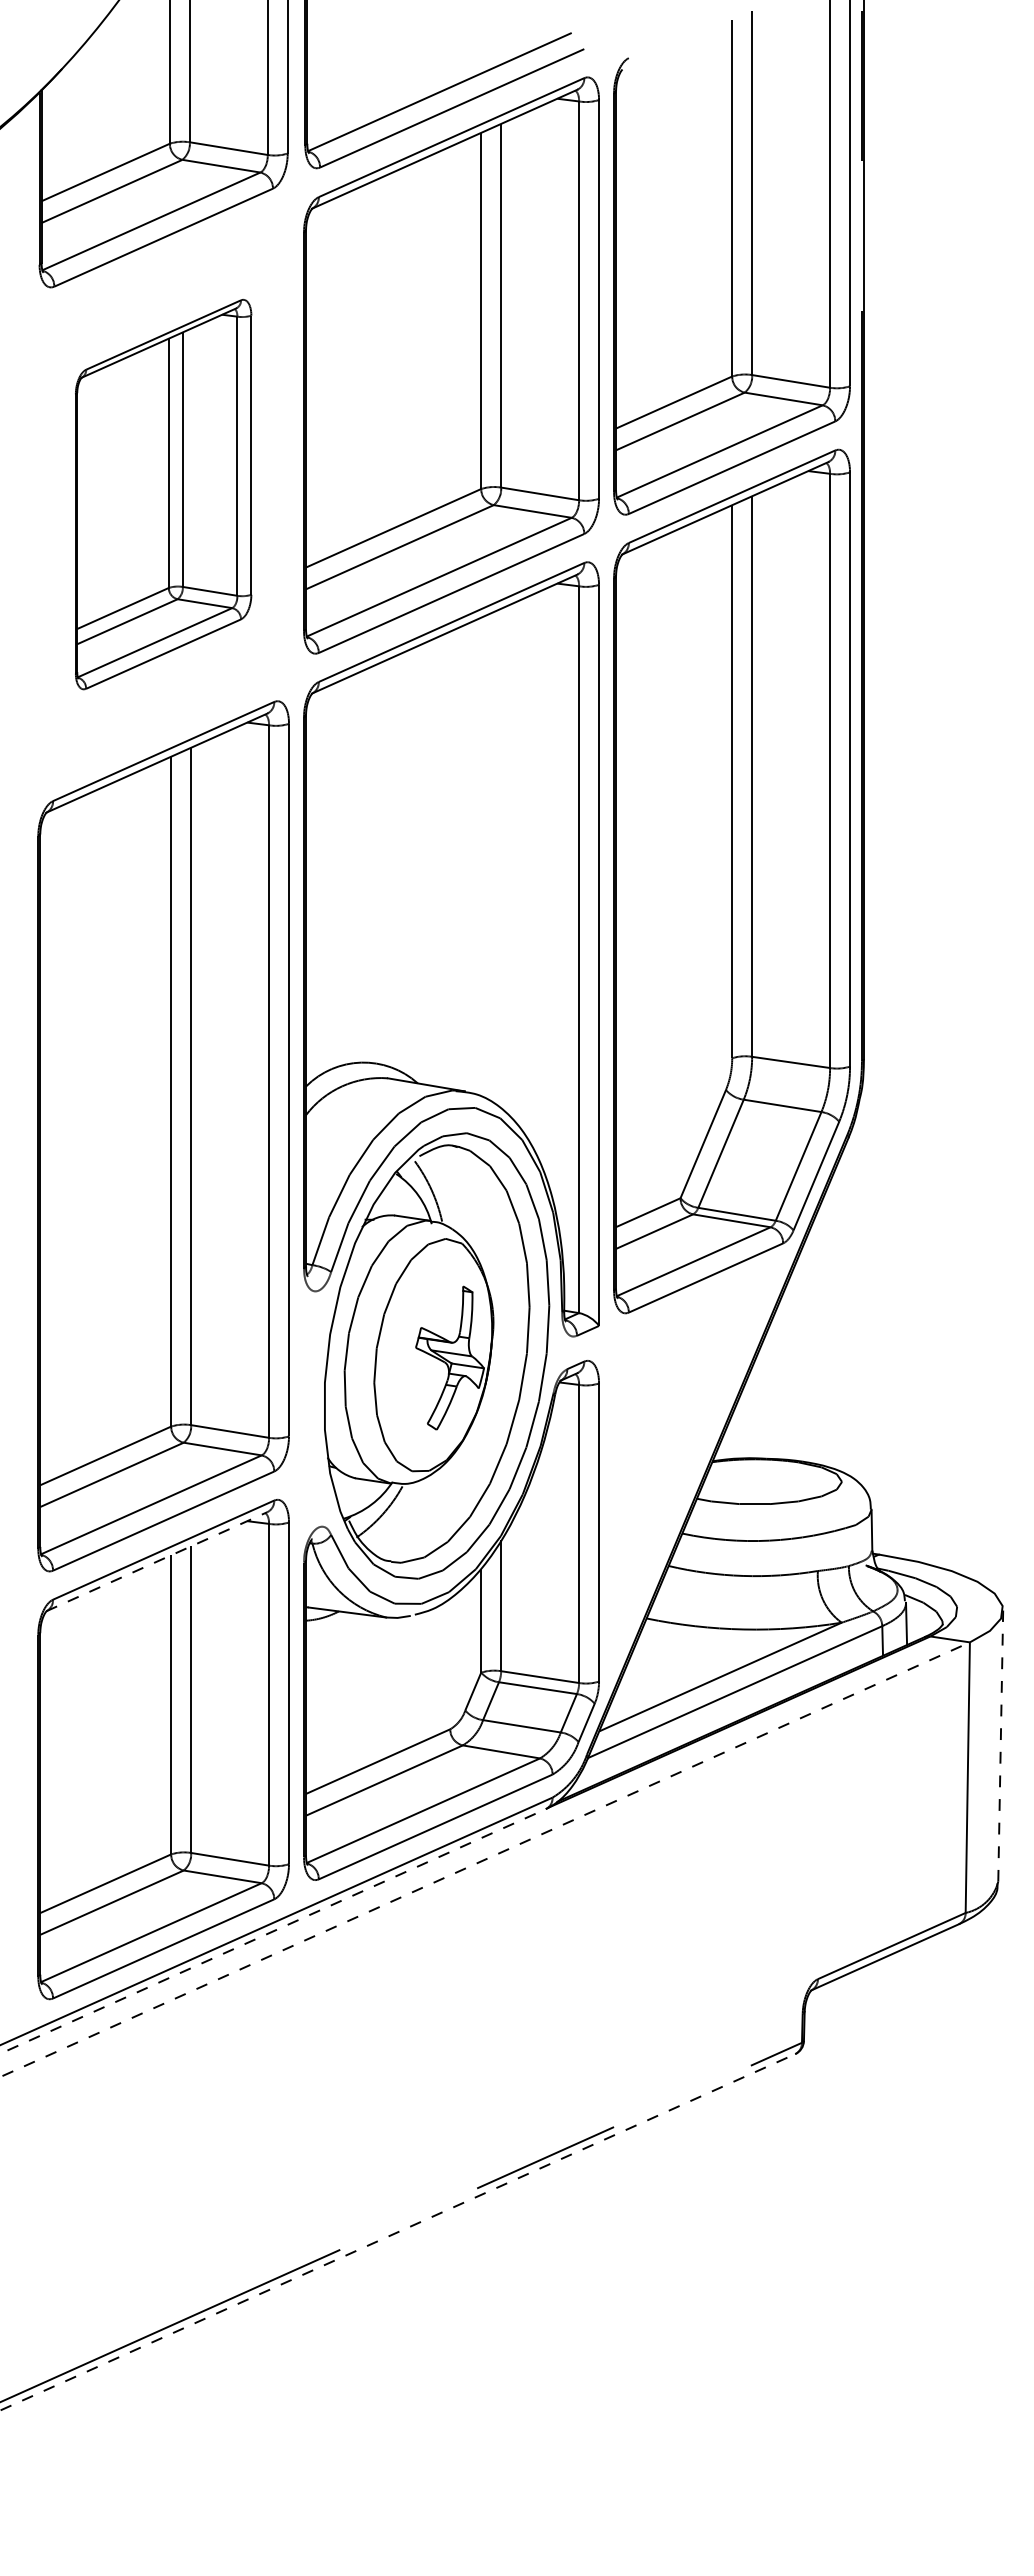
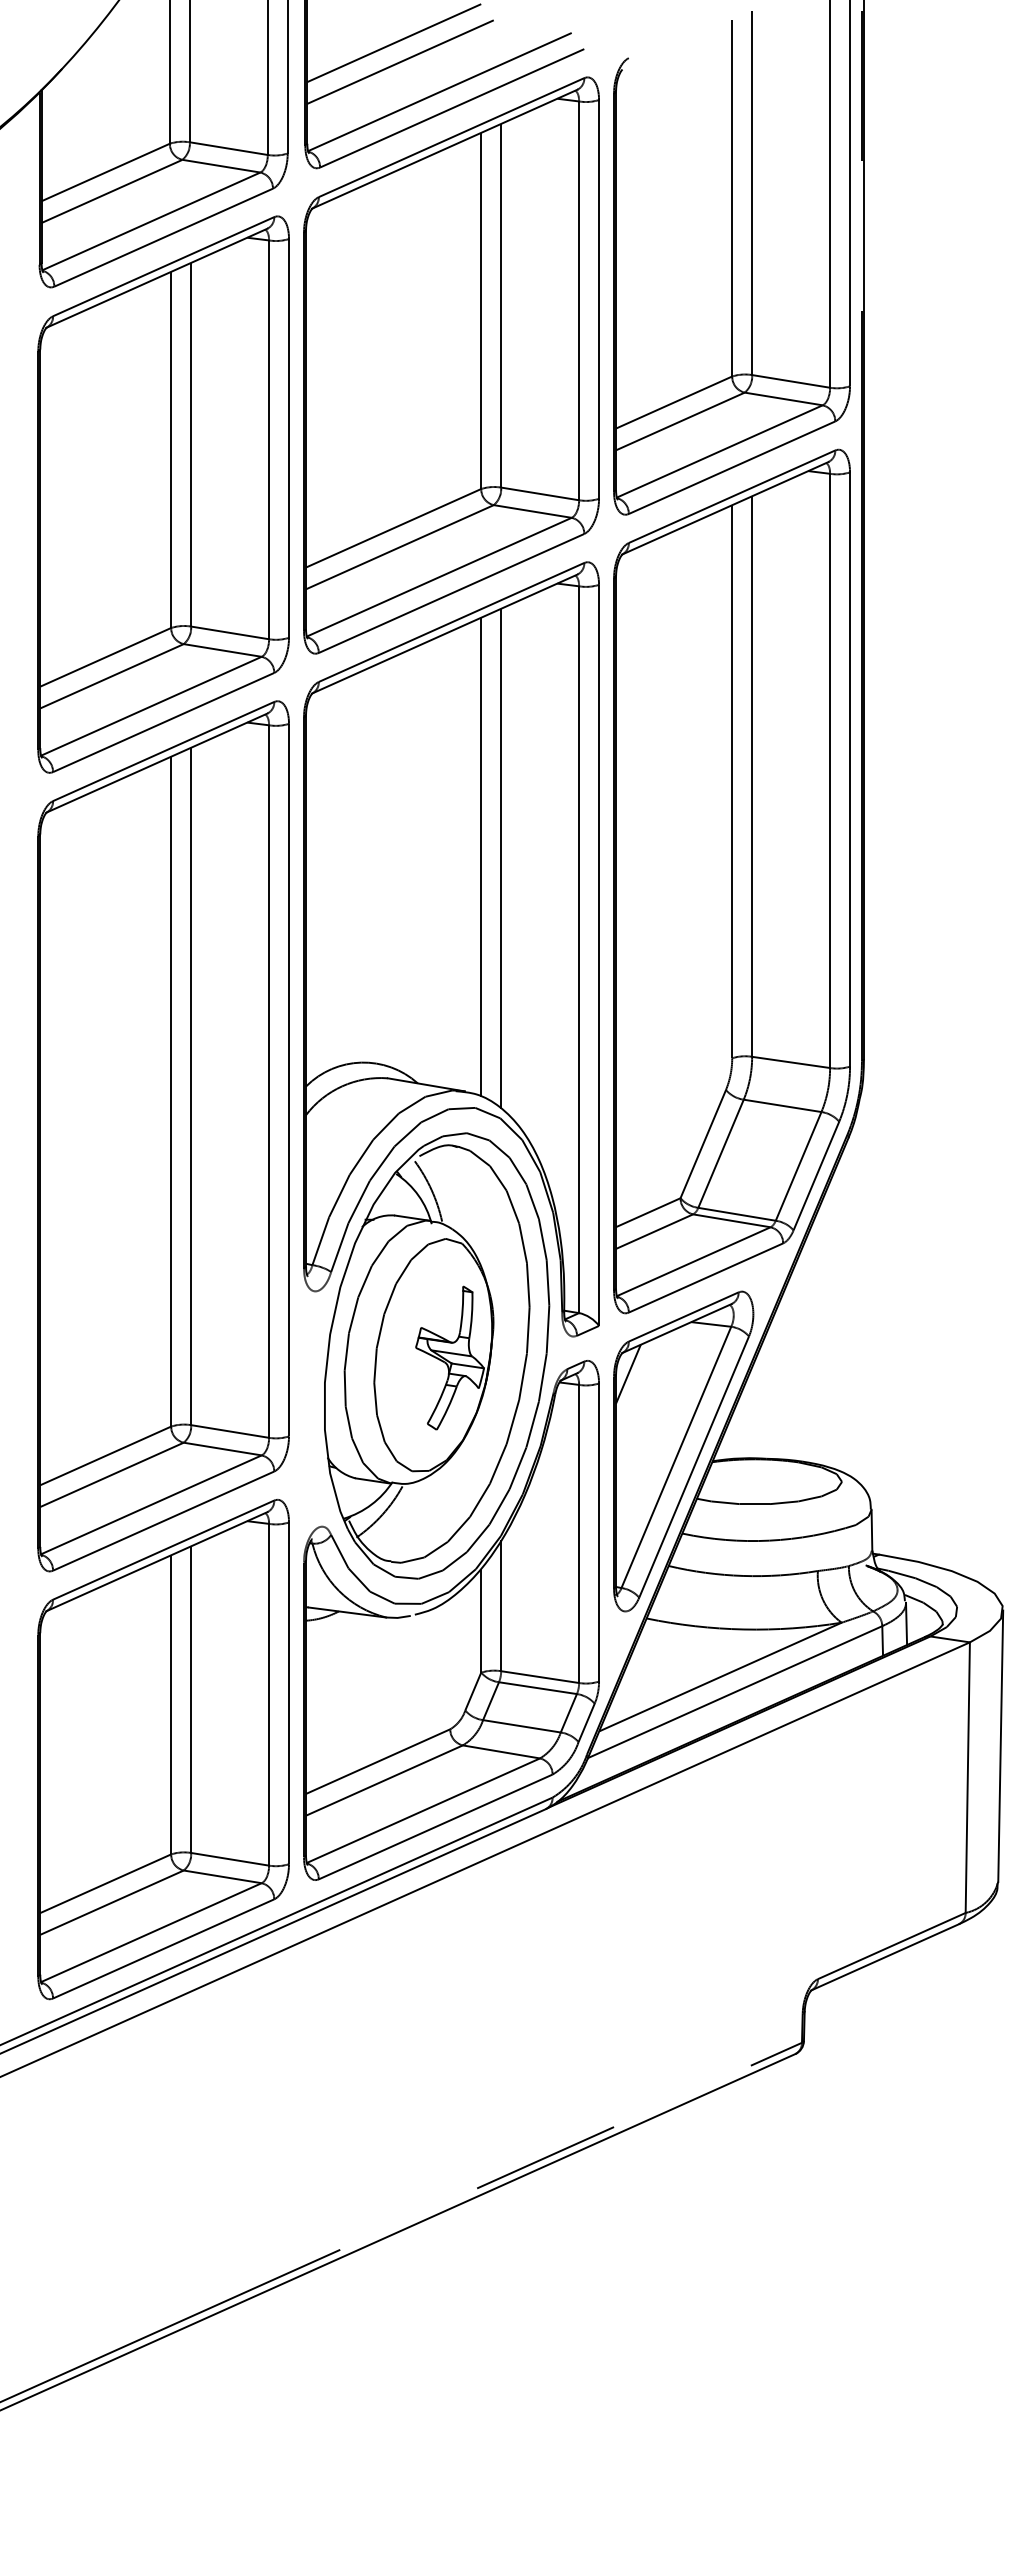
line at (394, 43): none -> present
line at (400, 61): none -> present
part at (163, 494) size: 178x392 px -> 253x559 px
line at (481, 856): none -> present
line at (501, 858): none -> present
part at (683, 1451): none -> present
line at (157, 1561): dashed -> solid
line at (1000, 1746): dashed -> solid
line at (485, 1859): dashed -> solid
line at (273, 1931): dashed -> solid
line at (398, 2232): dashed -> solid
